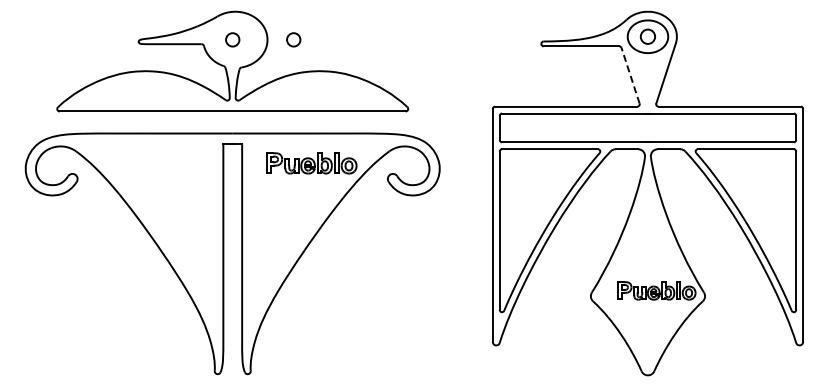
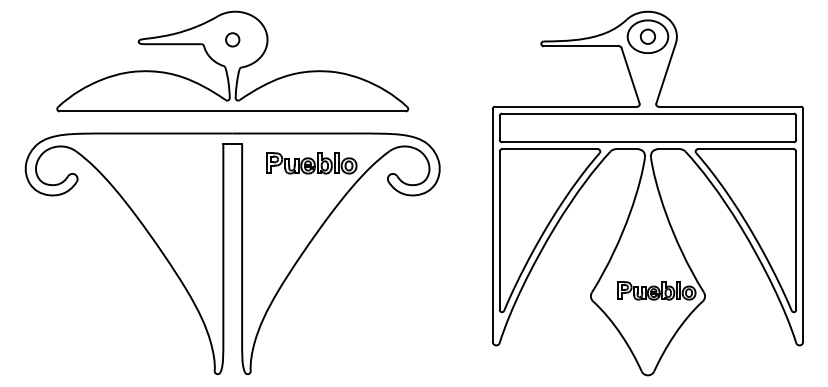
circle at (293, 39): present -> none
line at (630, 75): dashed -> solid
